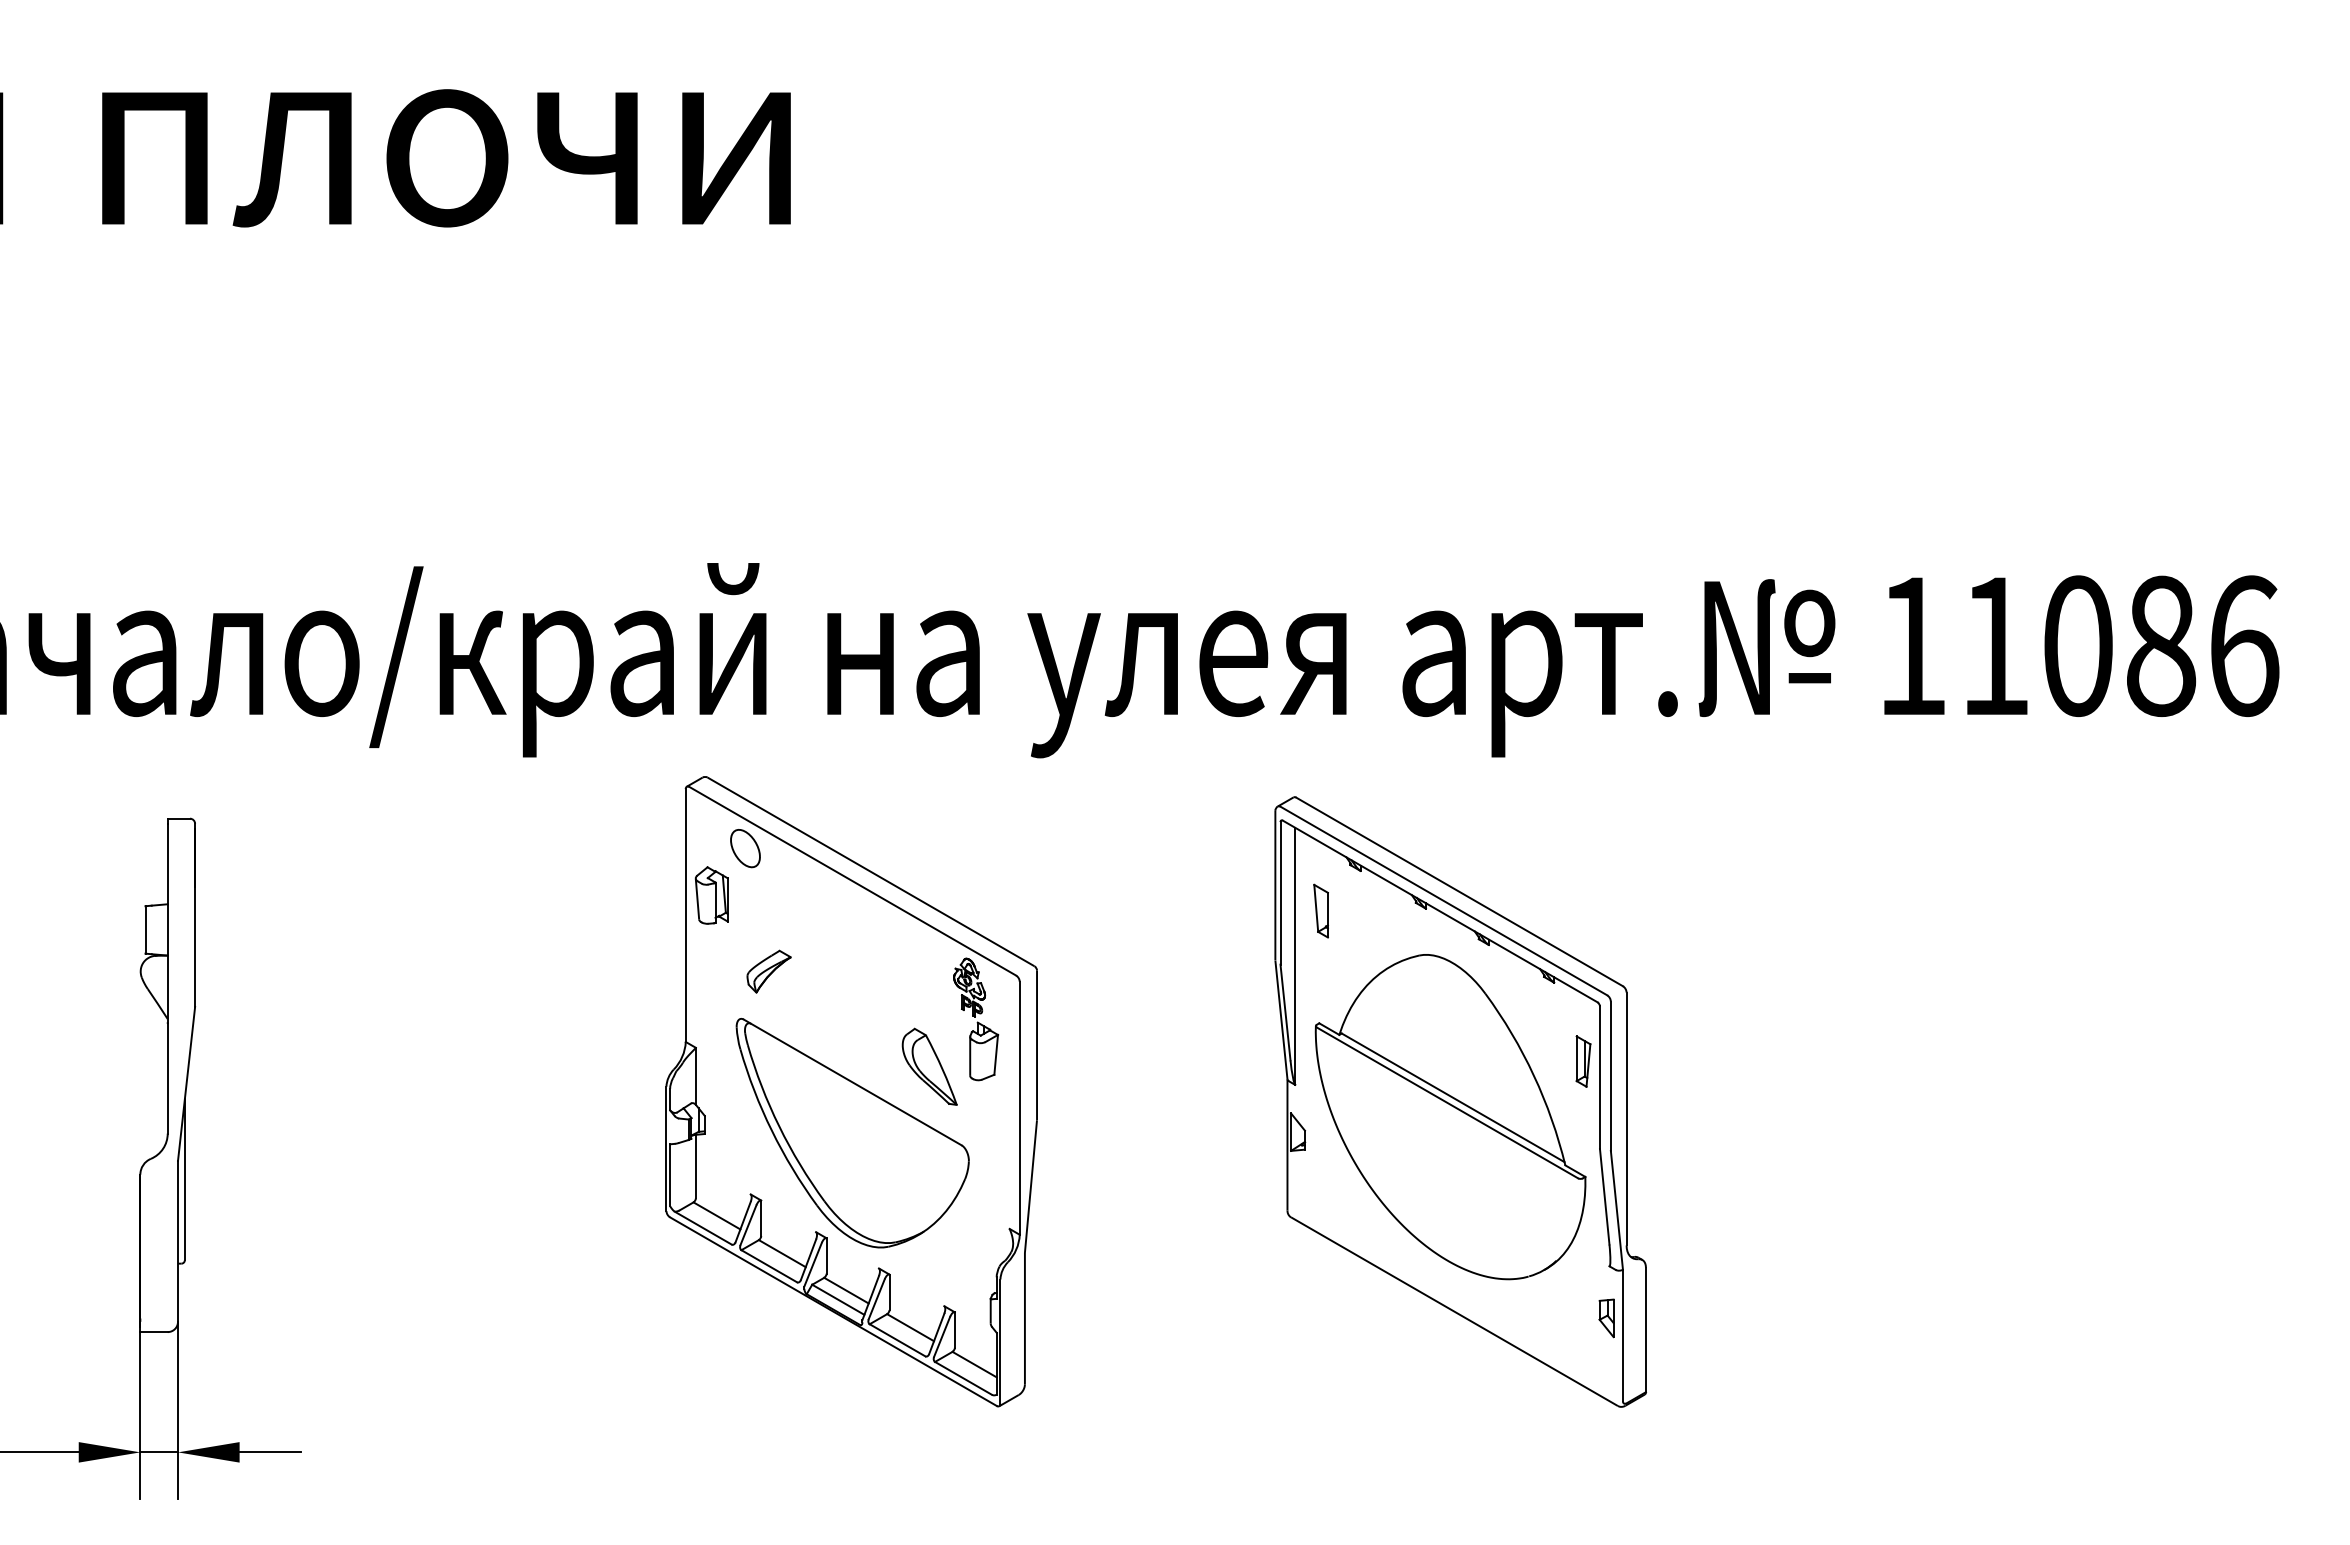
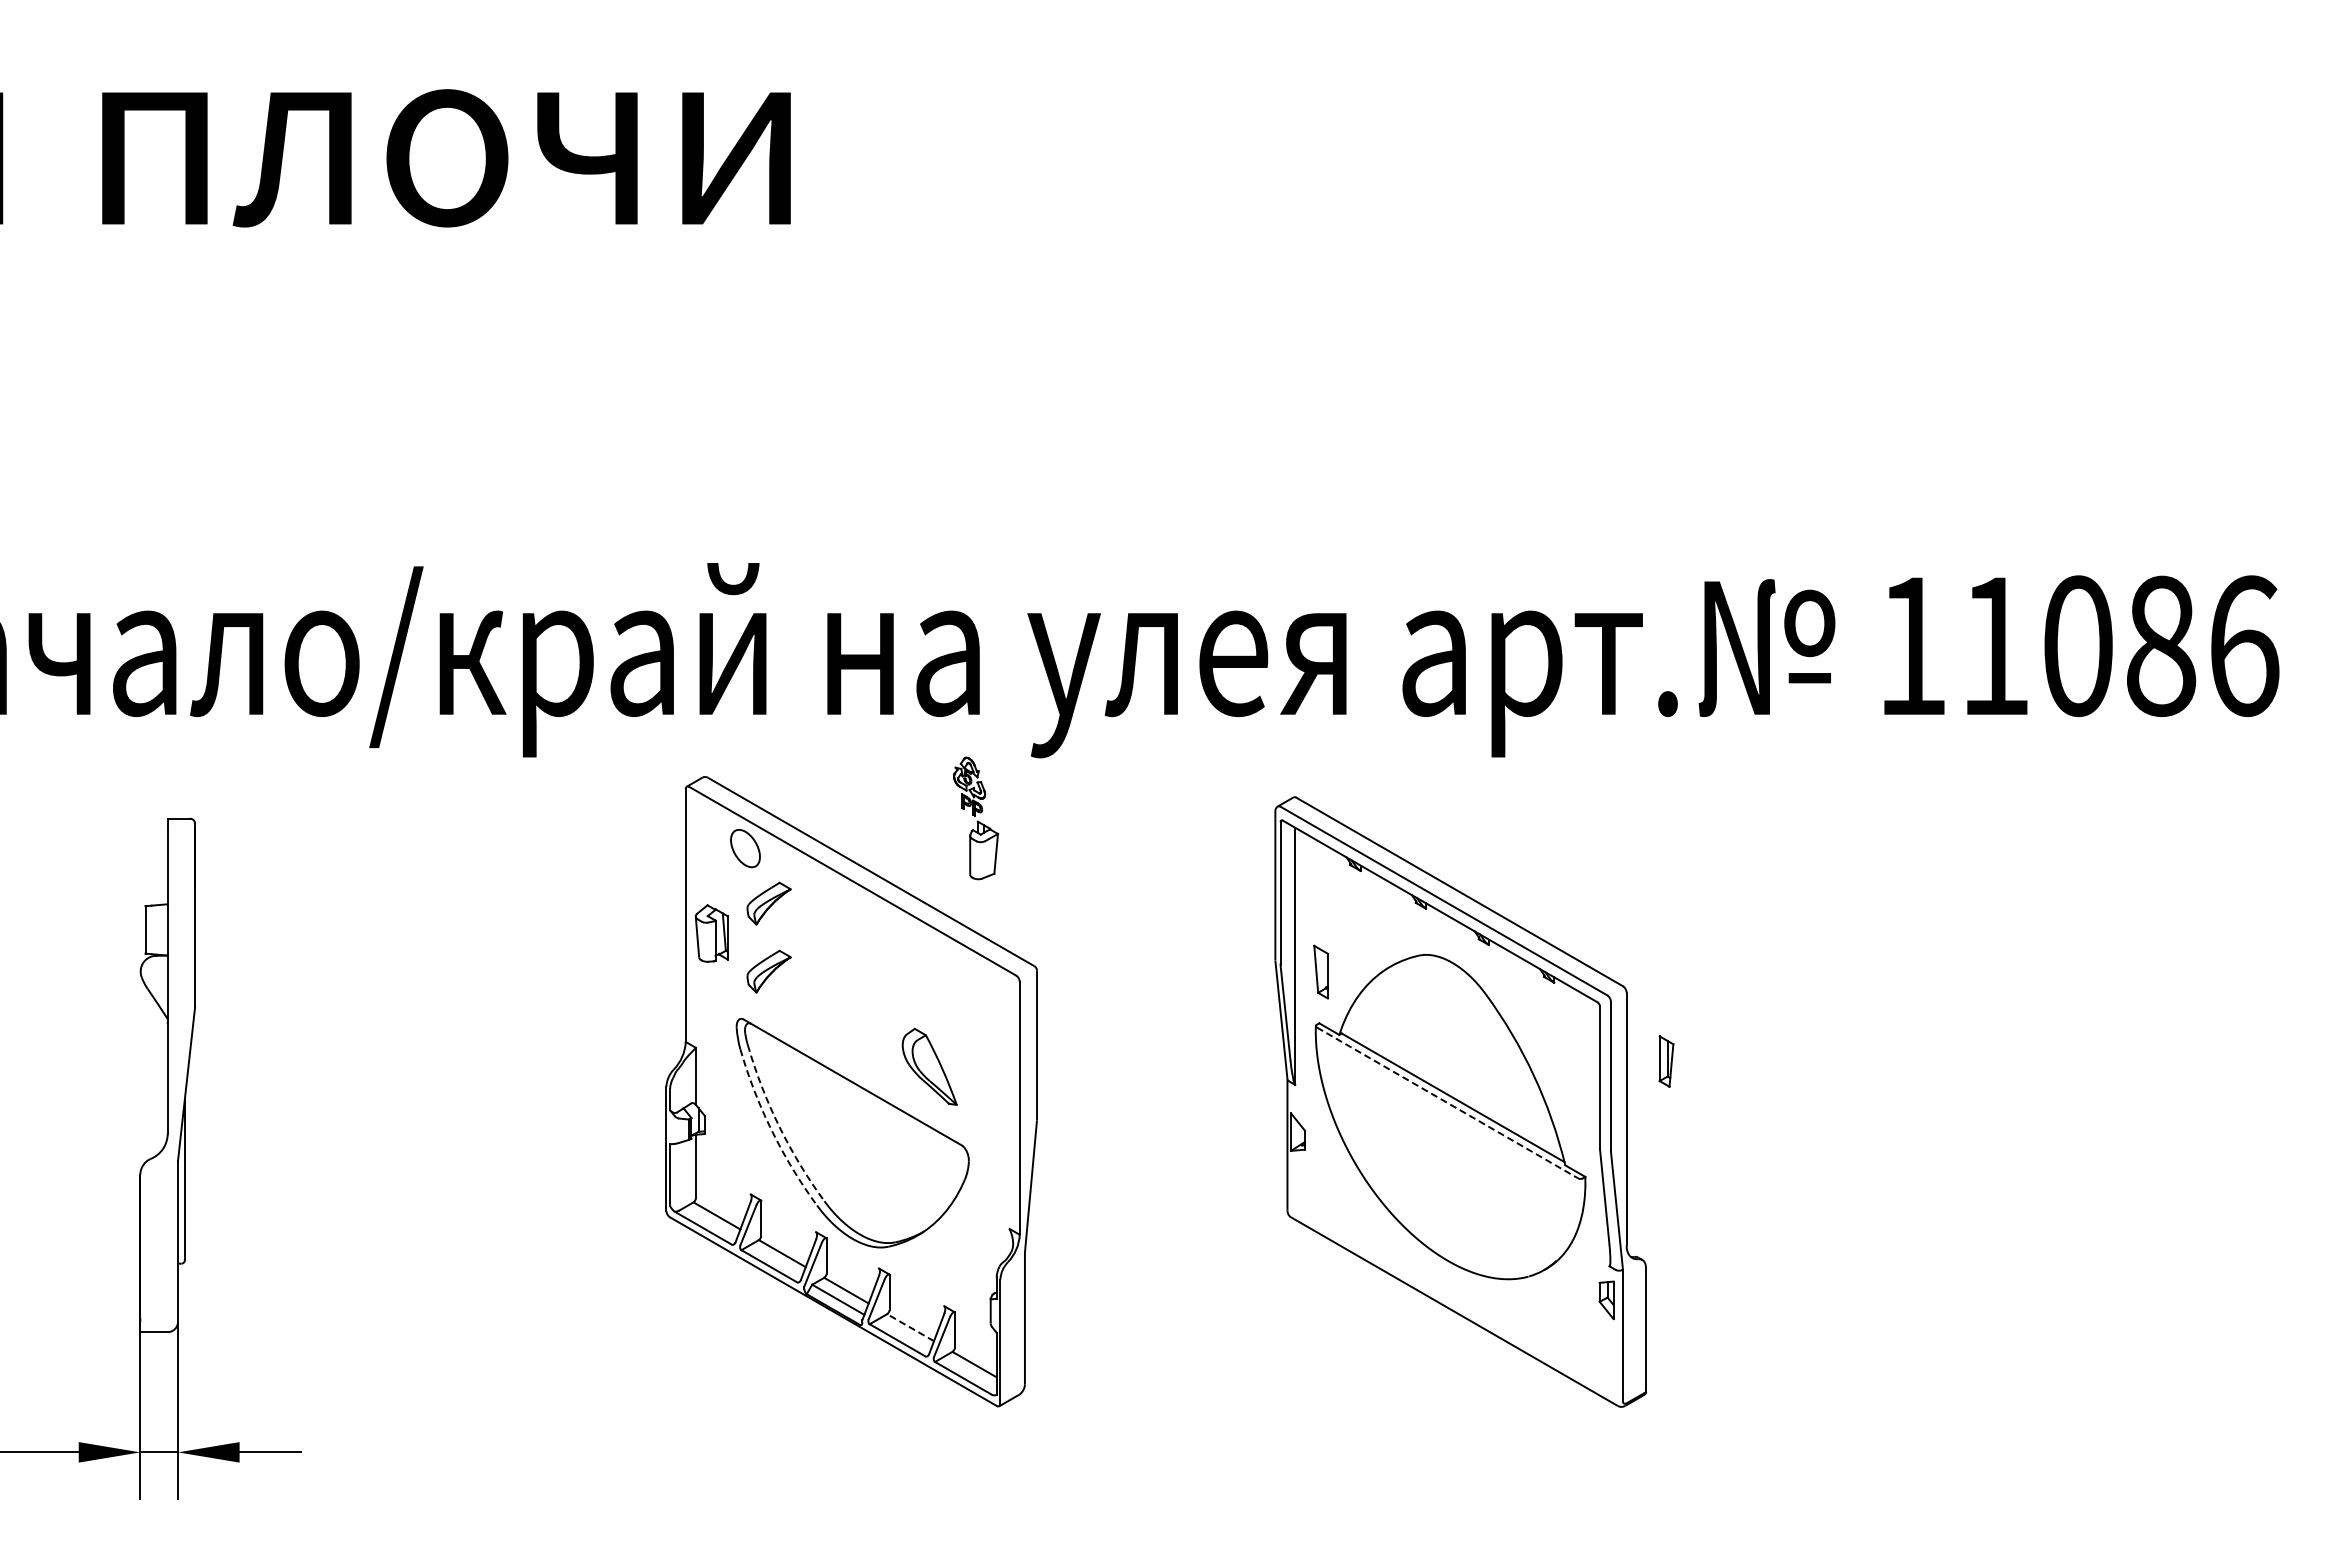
part at (711, 895) position: (711, 895) -> (711, 933)
part at (768, 903): none -> present
part at (1320, 910) position: (1320, 910) -> (1320, 971)
part at (976, 1019) position: (976, 1019) -> (976, 818)
part at (1583, 1061) position: (1583, 1061) -> (1666, 1061)
line at (1447, 1102): solid -> dashed
arc at (779, 1126): solid -> dashed
arc at (771, 1130): solid -> dashed
part at (1606, 1318) position: (1606, 1318) -> (1606, 1300)
line at (910, 1327): solid -> dashed
